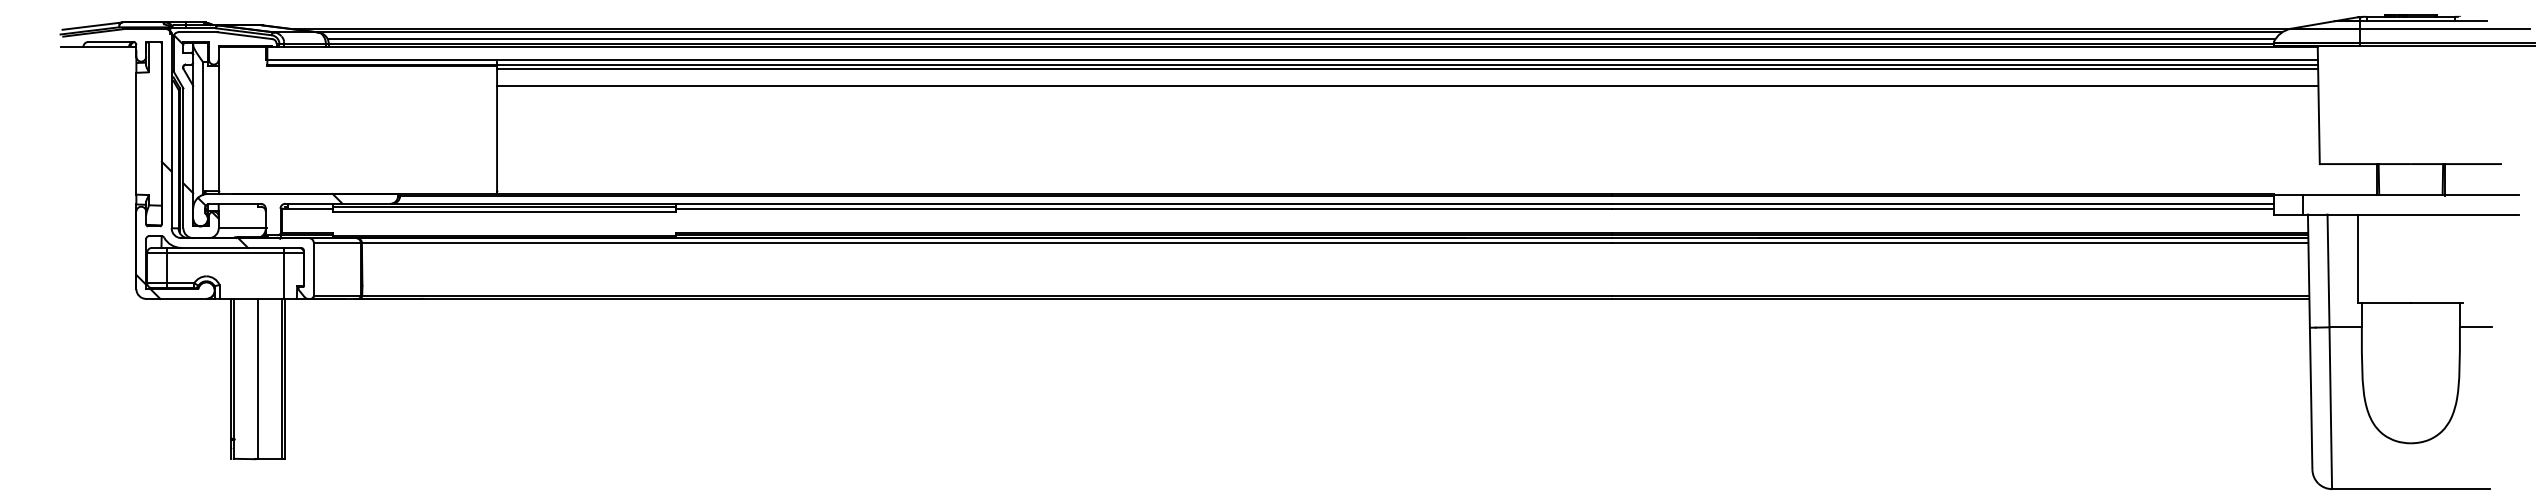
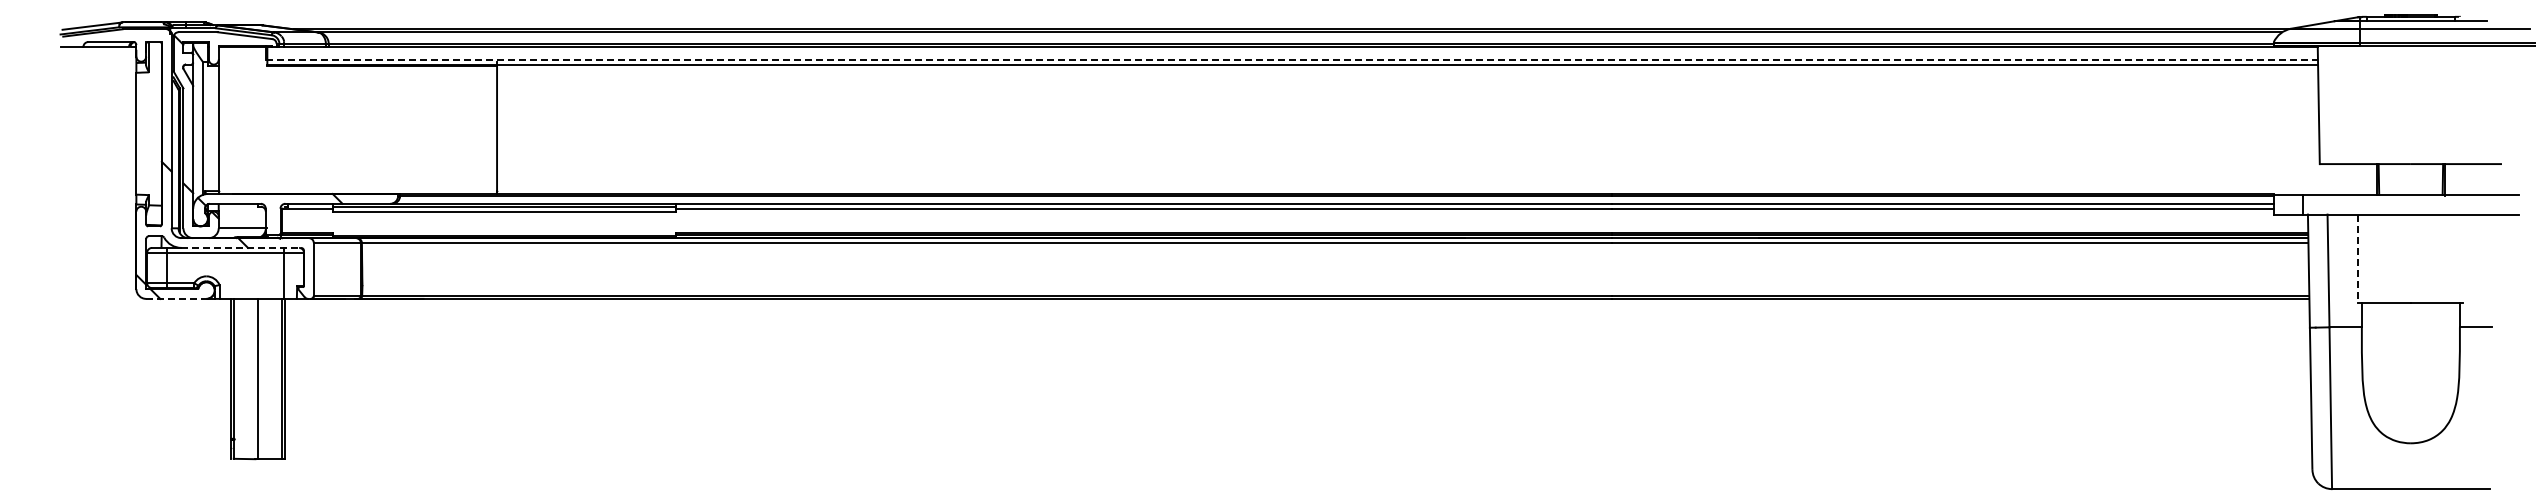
line at (1301, 39): present -> none
line at (1292, 59): solid -> dashed
line at (1407, 69): present -> none
line at (1407, 85): present -> none
line at (241, 247): solid -> dashed
line at (2358, 259): solid -> dashed
line at (176, 298): solid -> dashed
